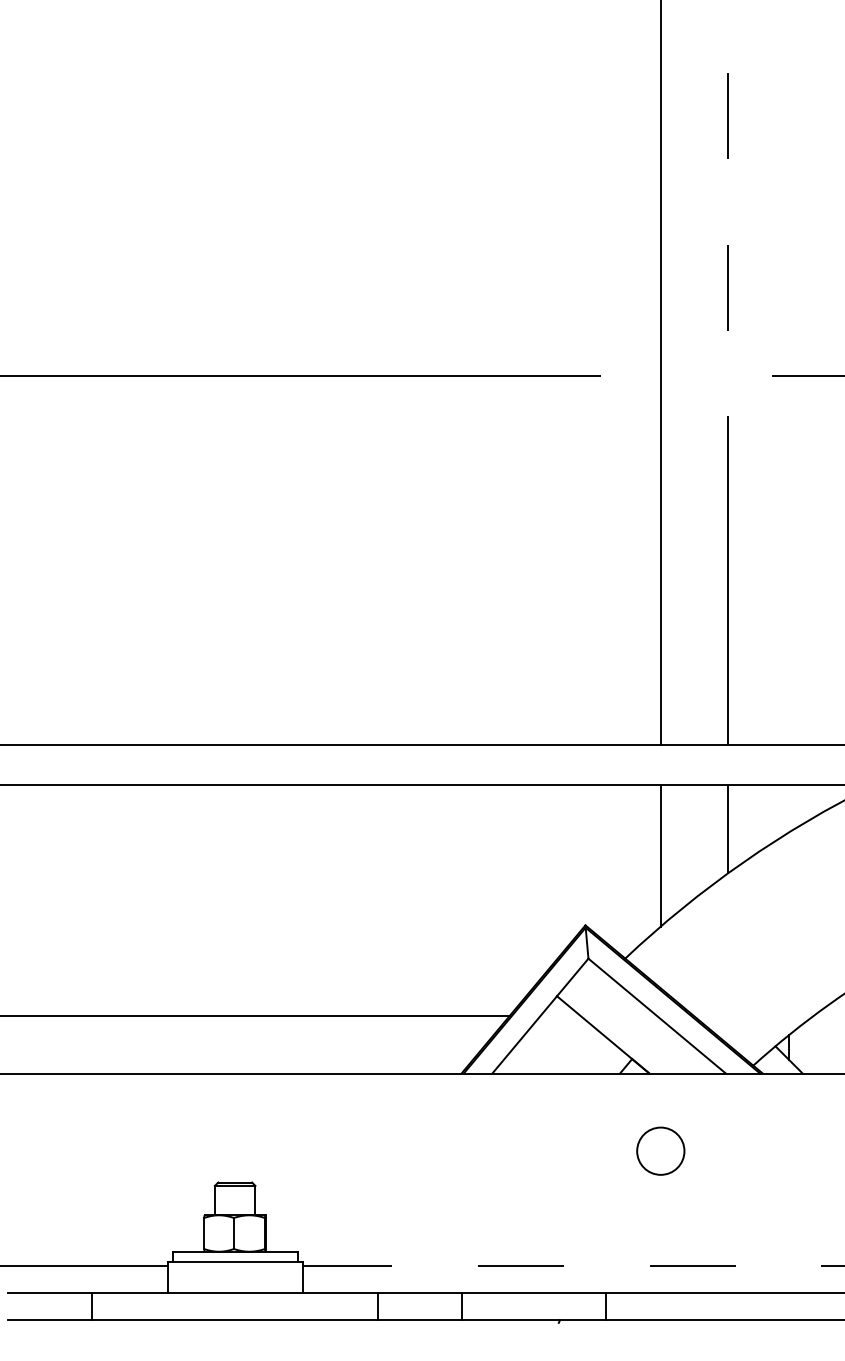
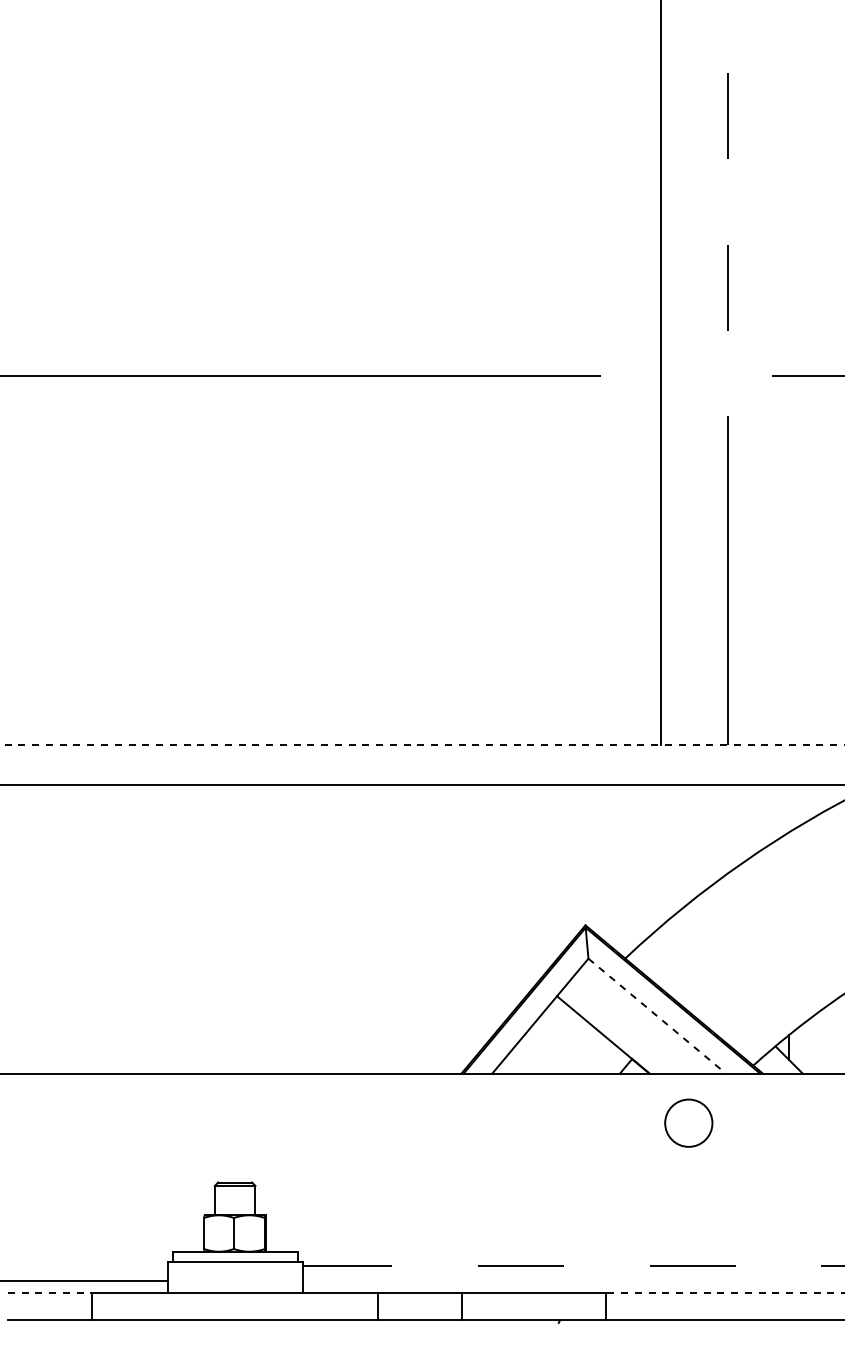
line at (422, 744): solid -> dashed
line at (728, 829): present -> none
line at (660, 855): present -> none
line at (255, 1016): present -> none
line at (657, 1016): solid -> dashed
circle at (660, 1150) position: (660, 1150) -> (688, 1122)
line at (84, 1266) position: (84, 1266) -> (84, 1281)
line at (49, 1293): solid -> dashed
line at (724, 1293): solid -> dashed
